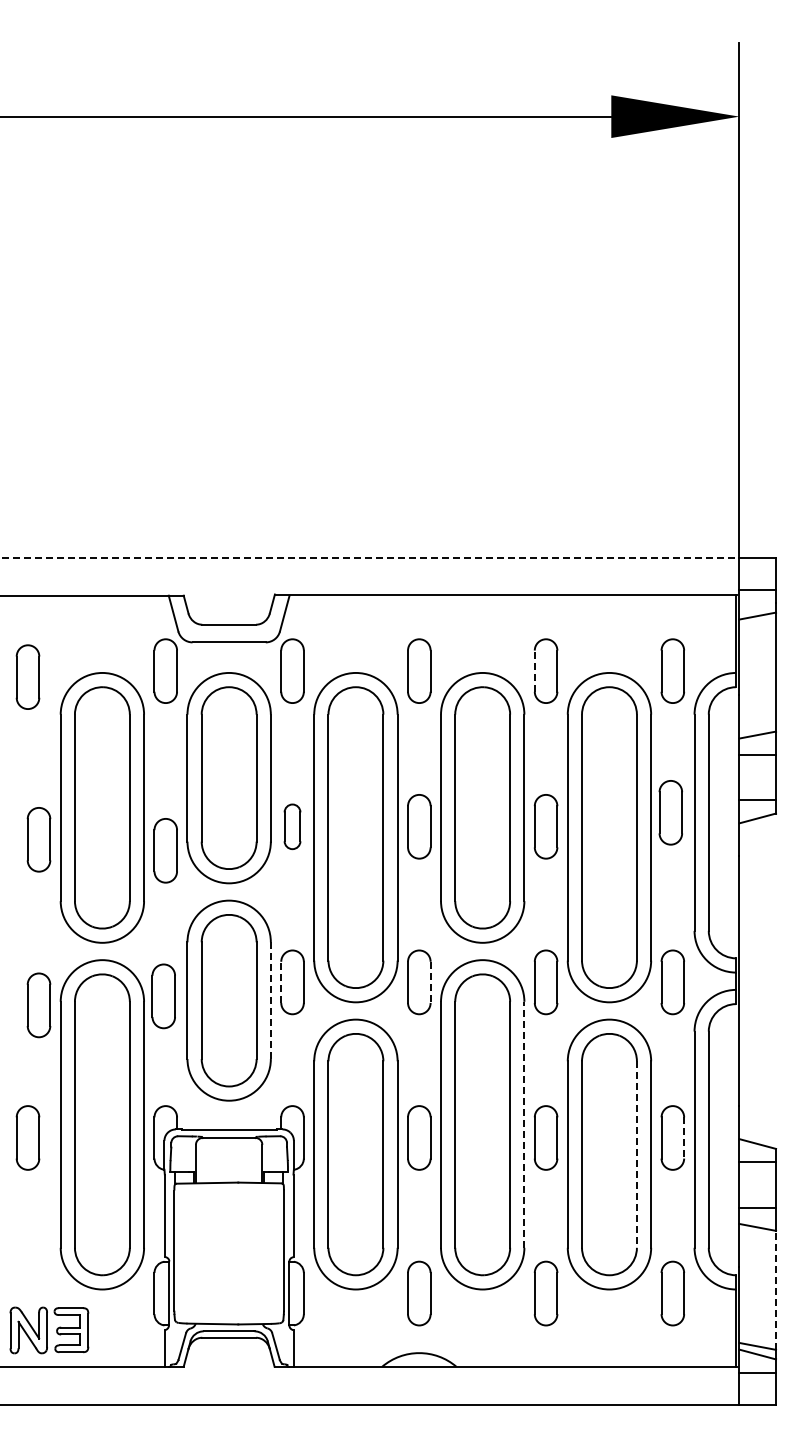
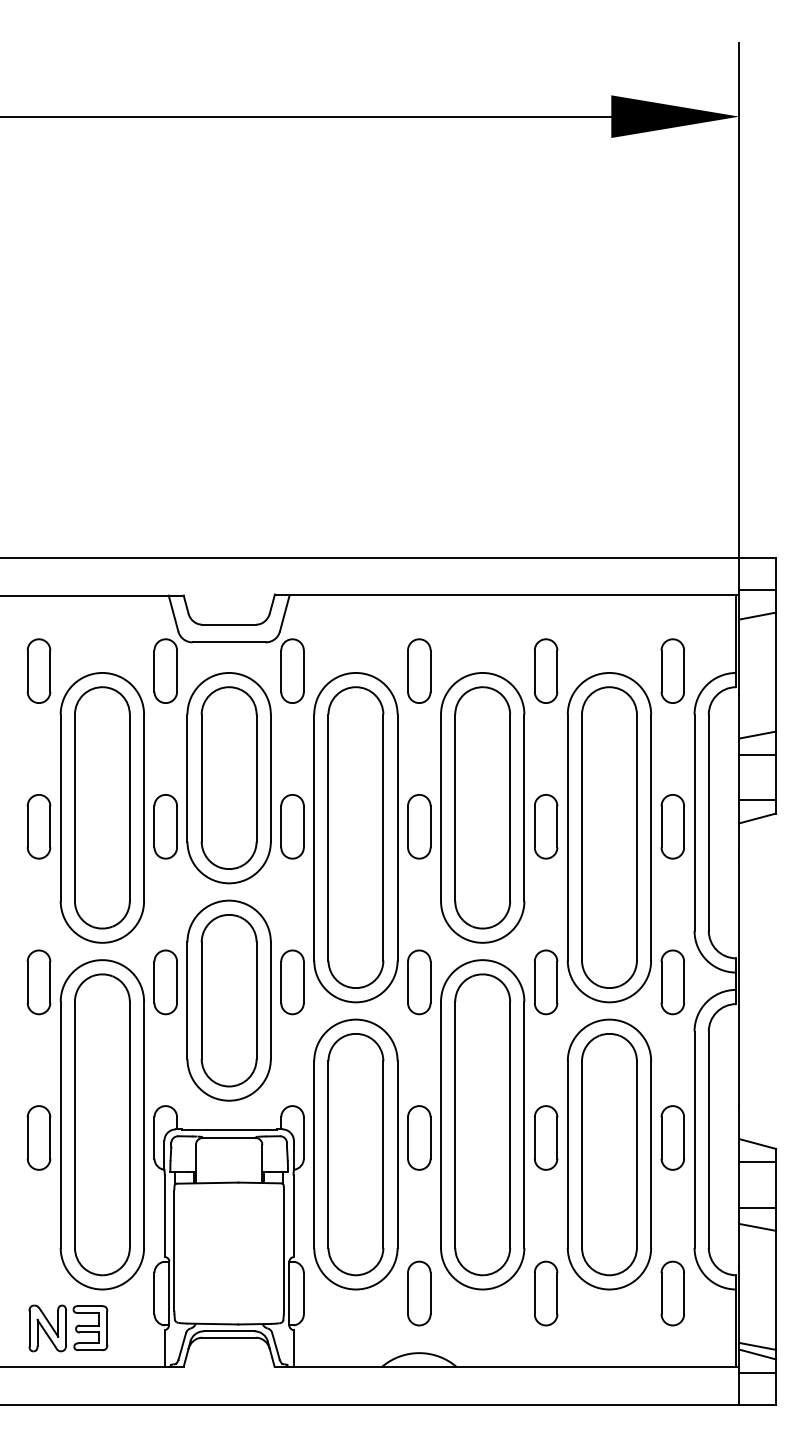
line at (370, 557): dashed -> solid
line at (534, 671): dashed -> solid
part at (27, 676) position: (27, 676) -> (38, 670)
part at (670, 812) position: (670, 812) -> (672, 826)
part at (292, 826) size: 19x48 px -> 25x66 px
part at (38, 839) position: (38, 839) -> (38, 826)
part at (165, 850) position: (165, 850) -> (165, 826)
line at (281, 982): dashed -> solid
line at (430, 982): dashed -> solid
part at (163, 996) position: (163, 996) -> (165, 982)
line at (270, 1000): dashed -> solid
part at (38, 1005) position: (38, 1005) -> (38, 982)
line at (524, 1124): dashed -> solid
part at (27, 1137) position: (27, 1137) -> (38, 1137)
line at (684, 1137): dashed -> solid
line at (636, 1155): dashed -> solid
line at (776, 1289): dashed -> solid
part at (49, 1330) position: (49, 1330) -> (68, 1328)
